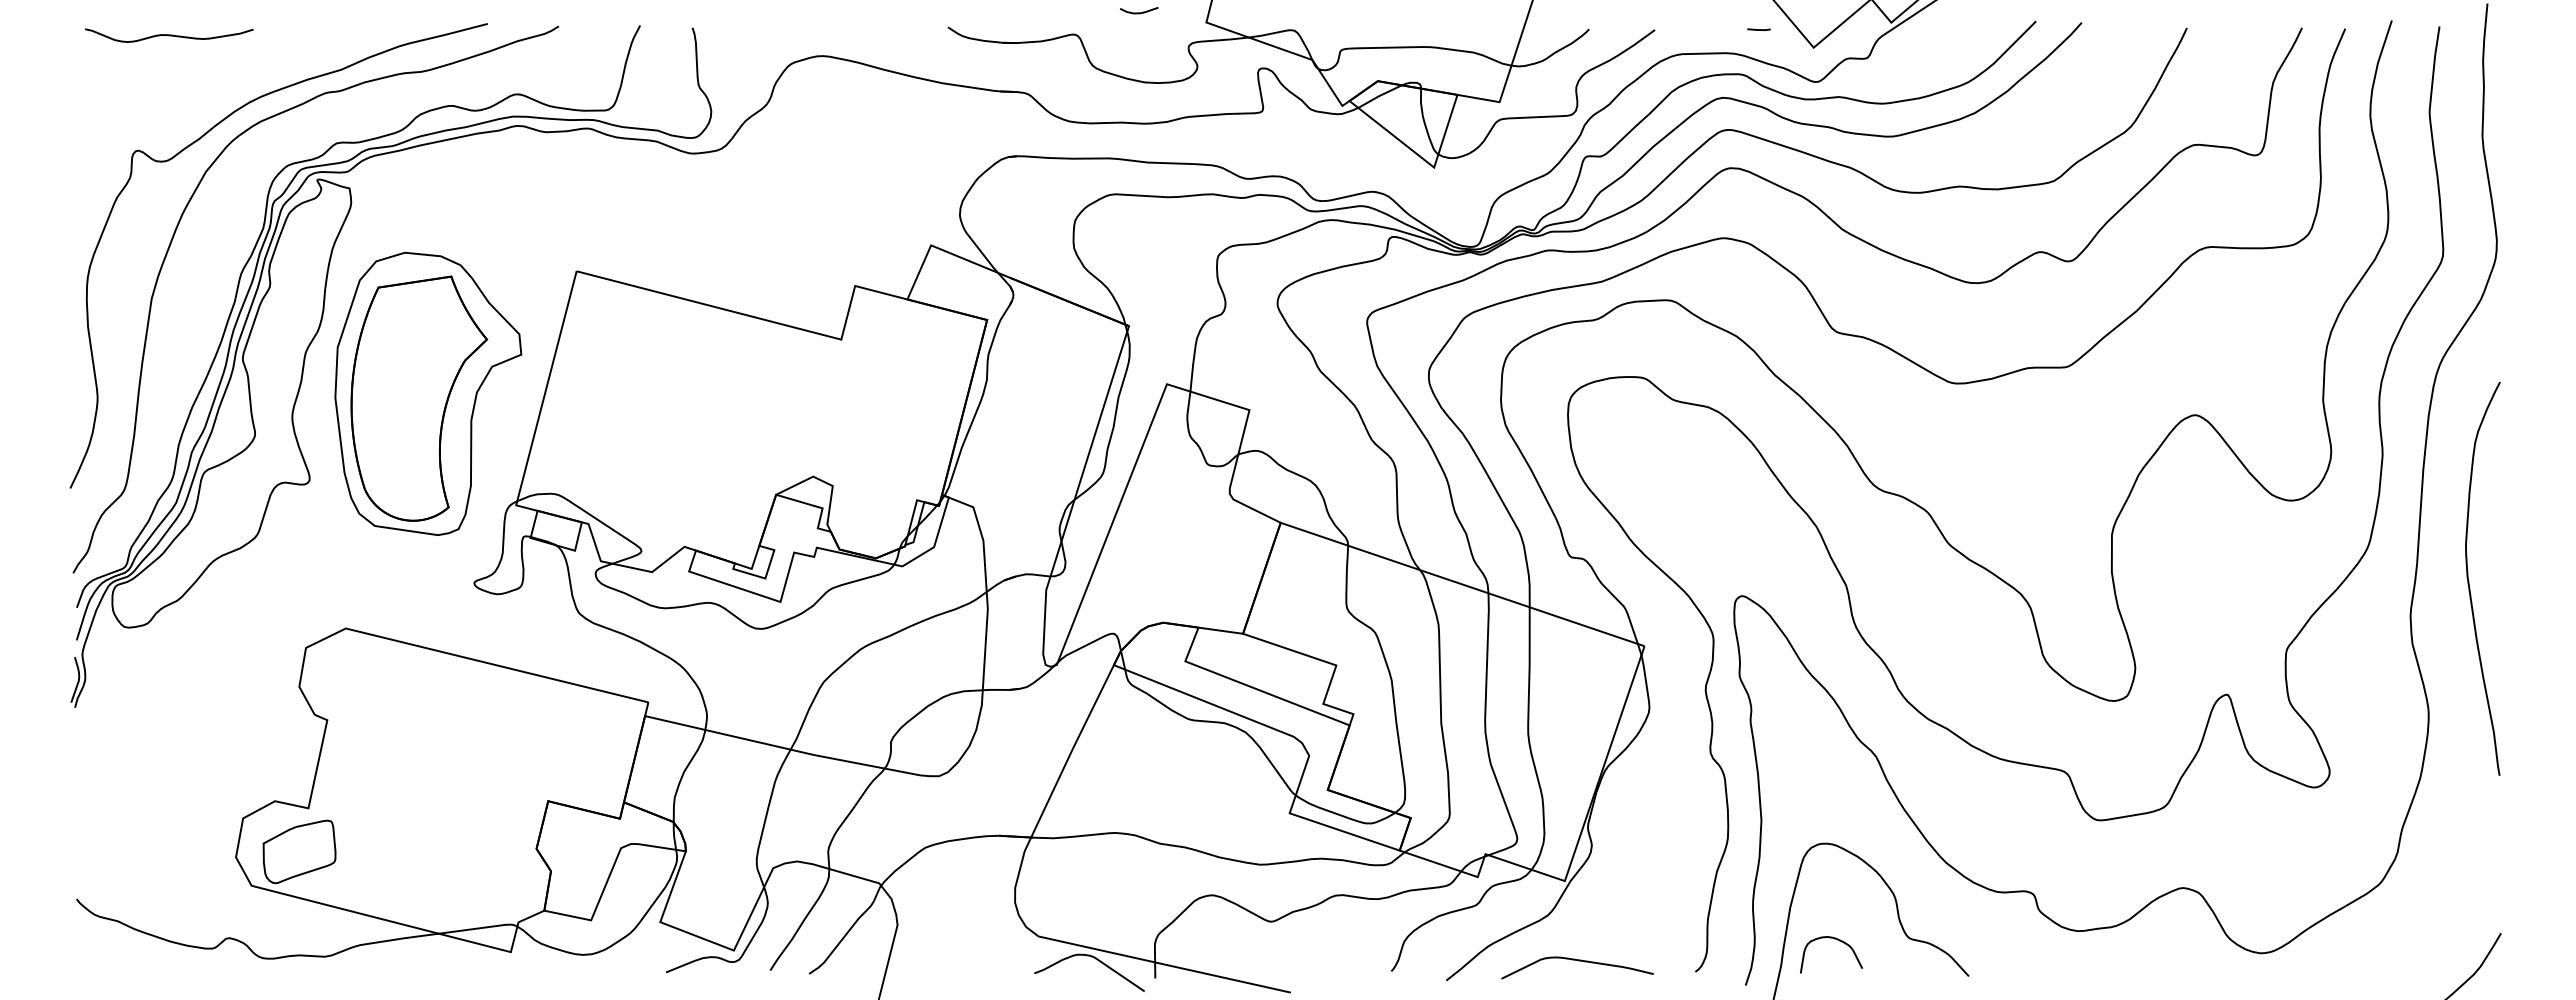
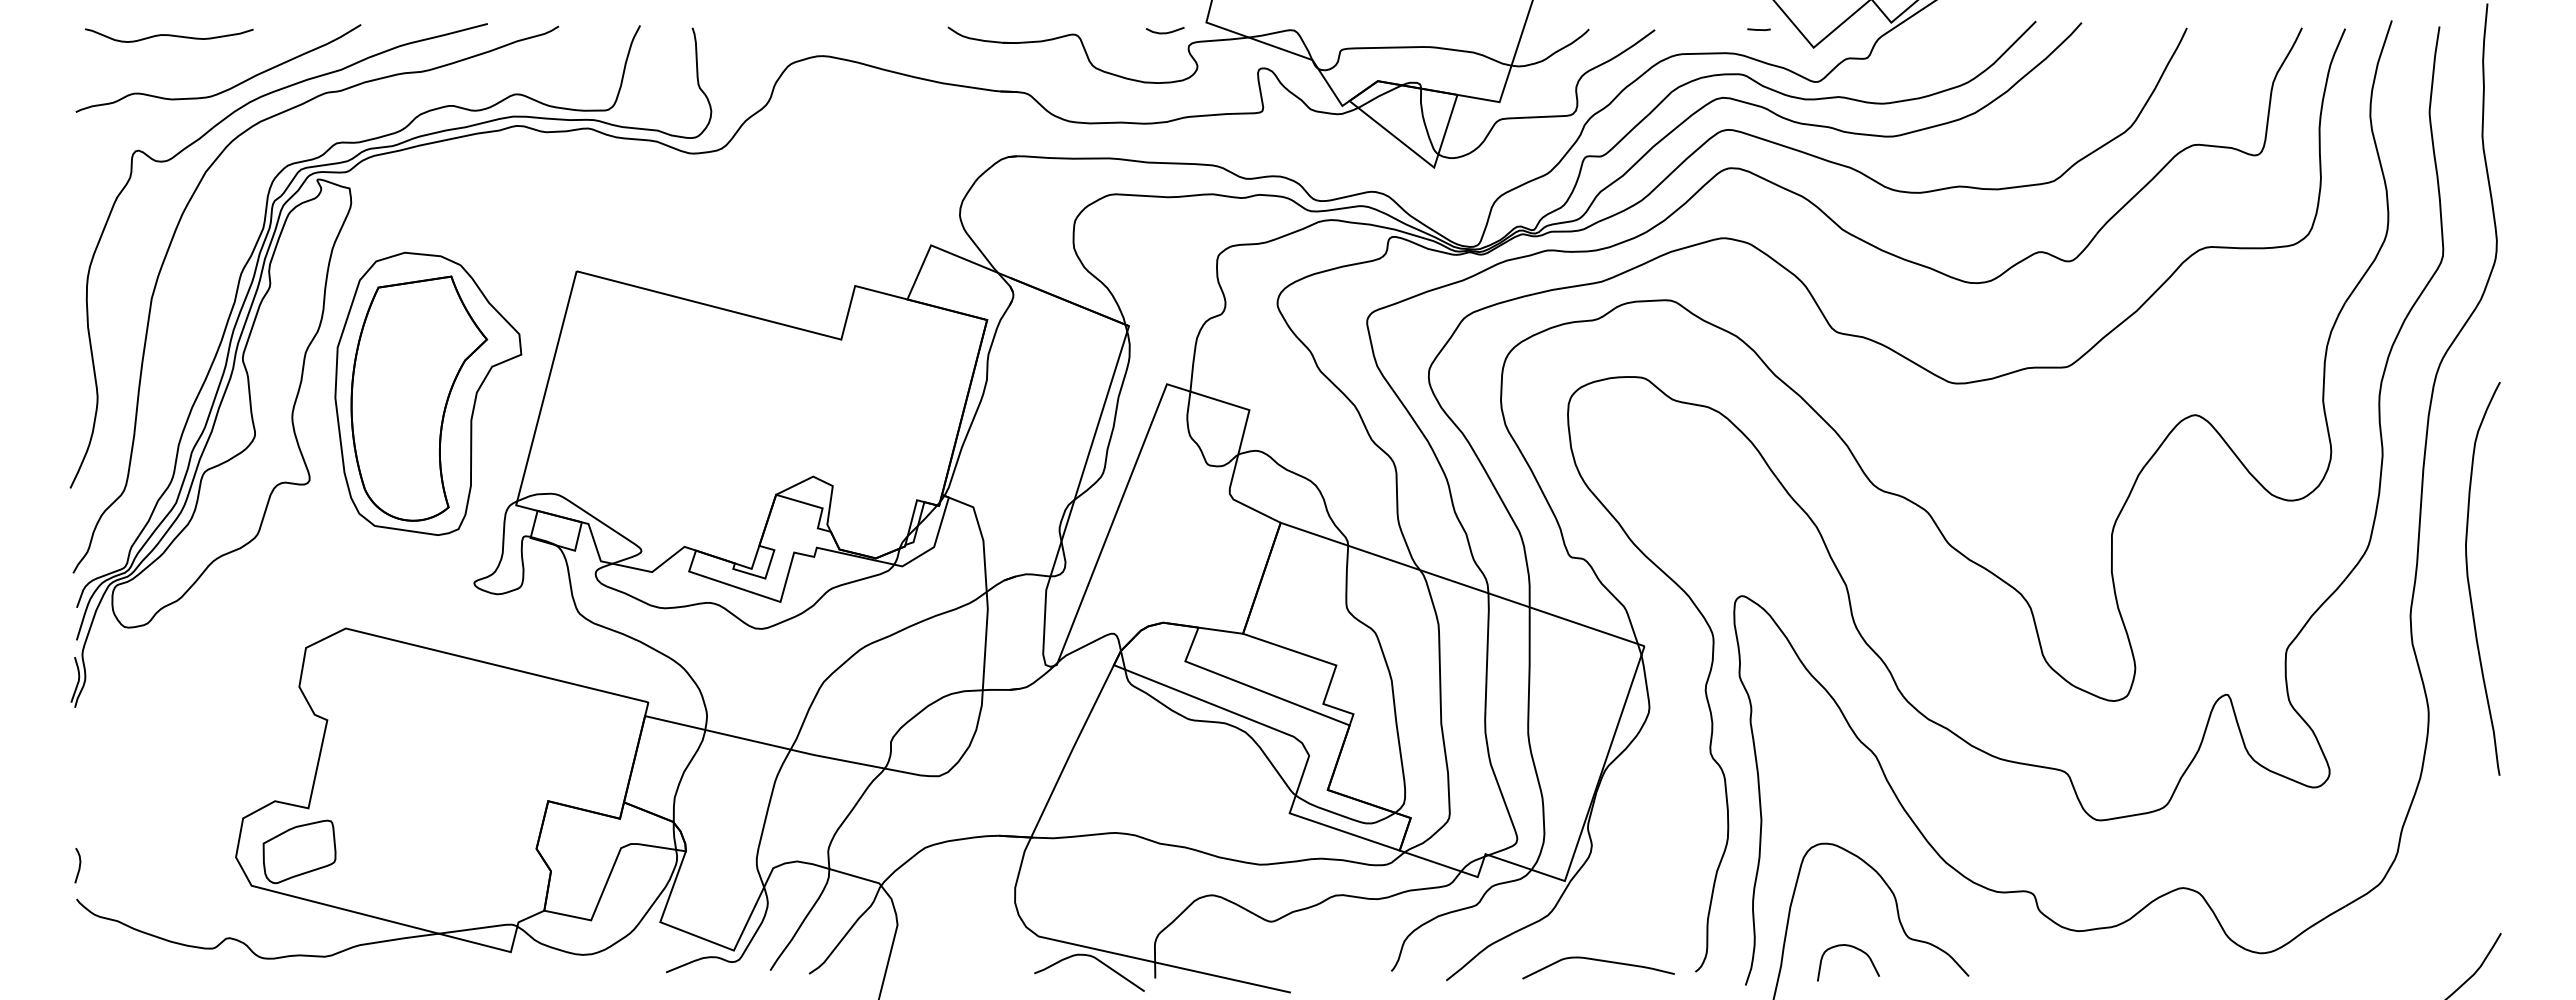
curve at (1139, 12) position: (1139, 12) -> (1165, 32)
curve at (225, 89): none -> present
curve at (79, 865): none -> present
curve at (1837, 940) position: (1837, 940) -> (1854, 948)
curve at (1578, 961) position: (1578, 961) -> (1599, 961)
